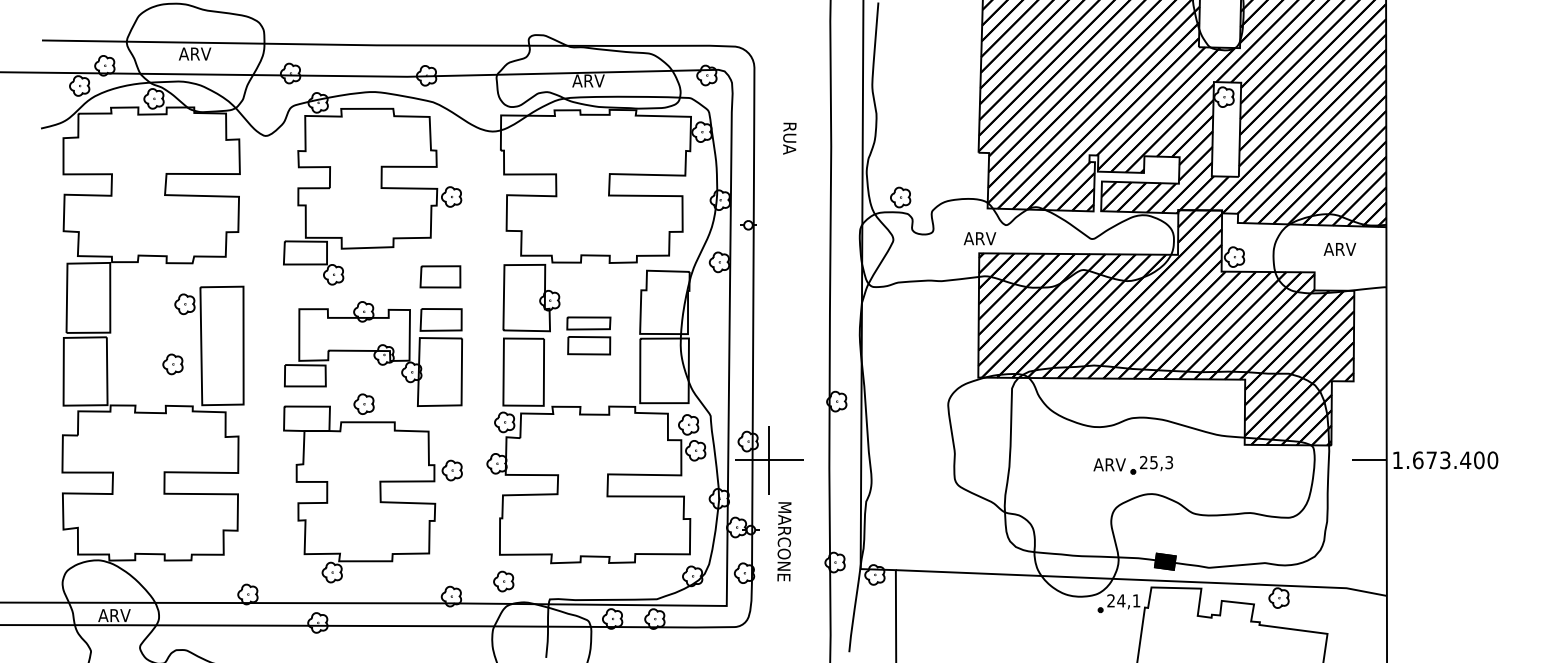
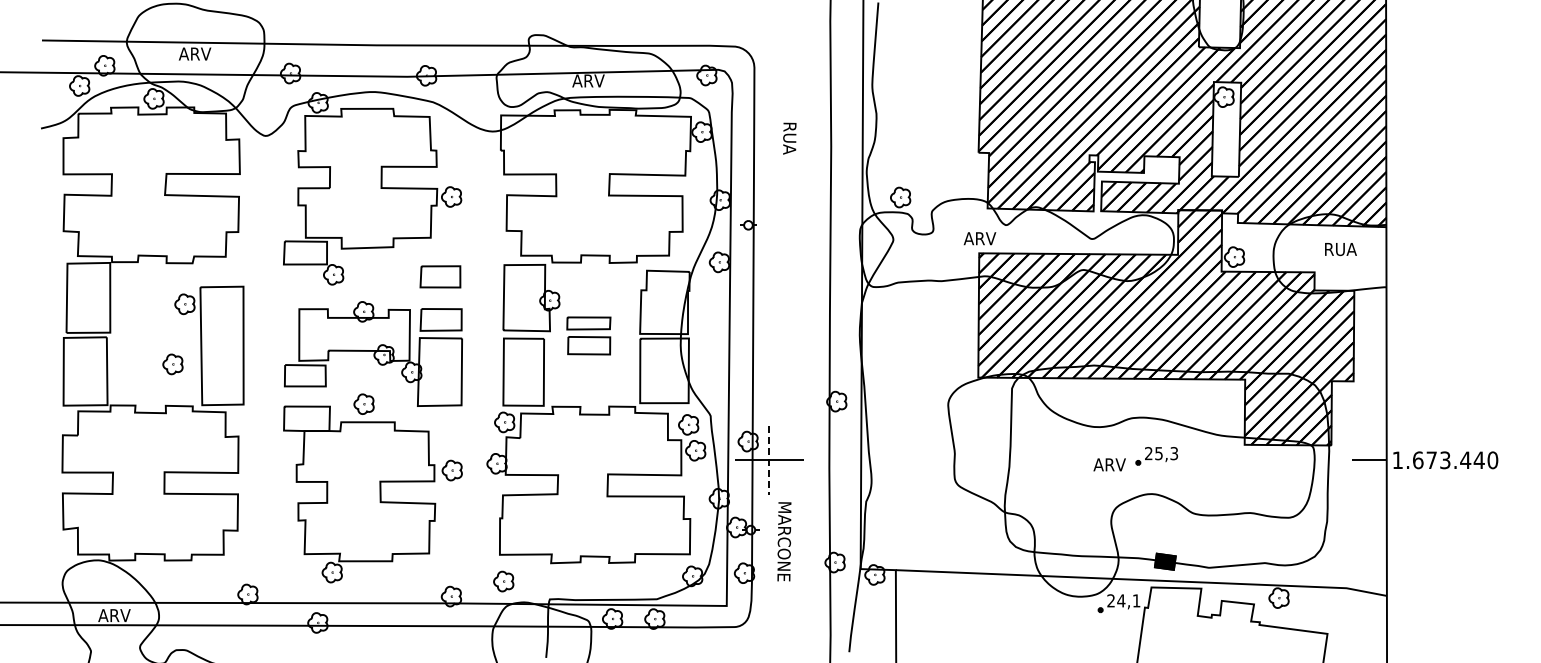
text at (1339, 249): ARV -> RUA
line at (769, 460): solid -> dashed
text at (1478, 460): 1.673.400 -> 1.673.440
part at (1151, 465) position: (1151, 465) -> (1156, 456)
